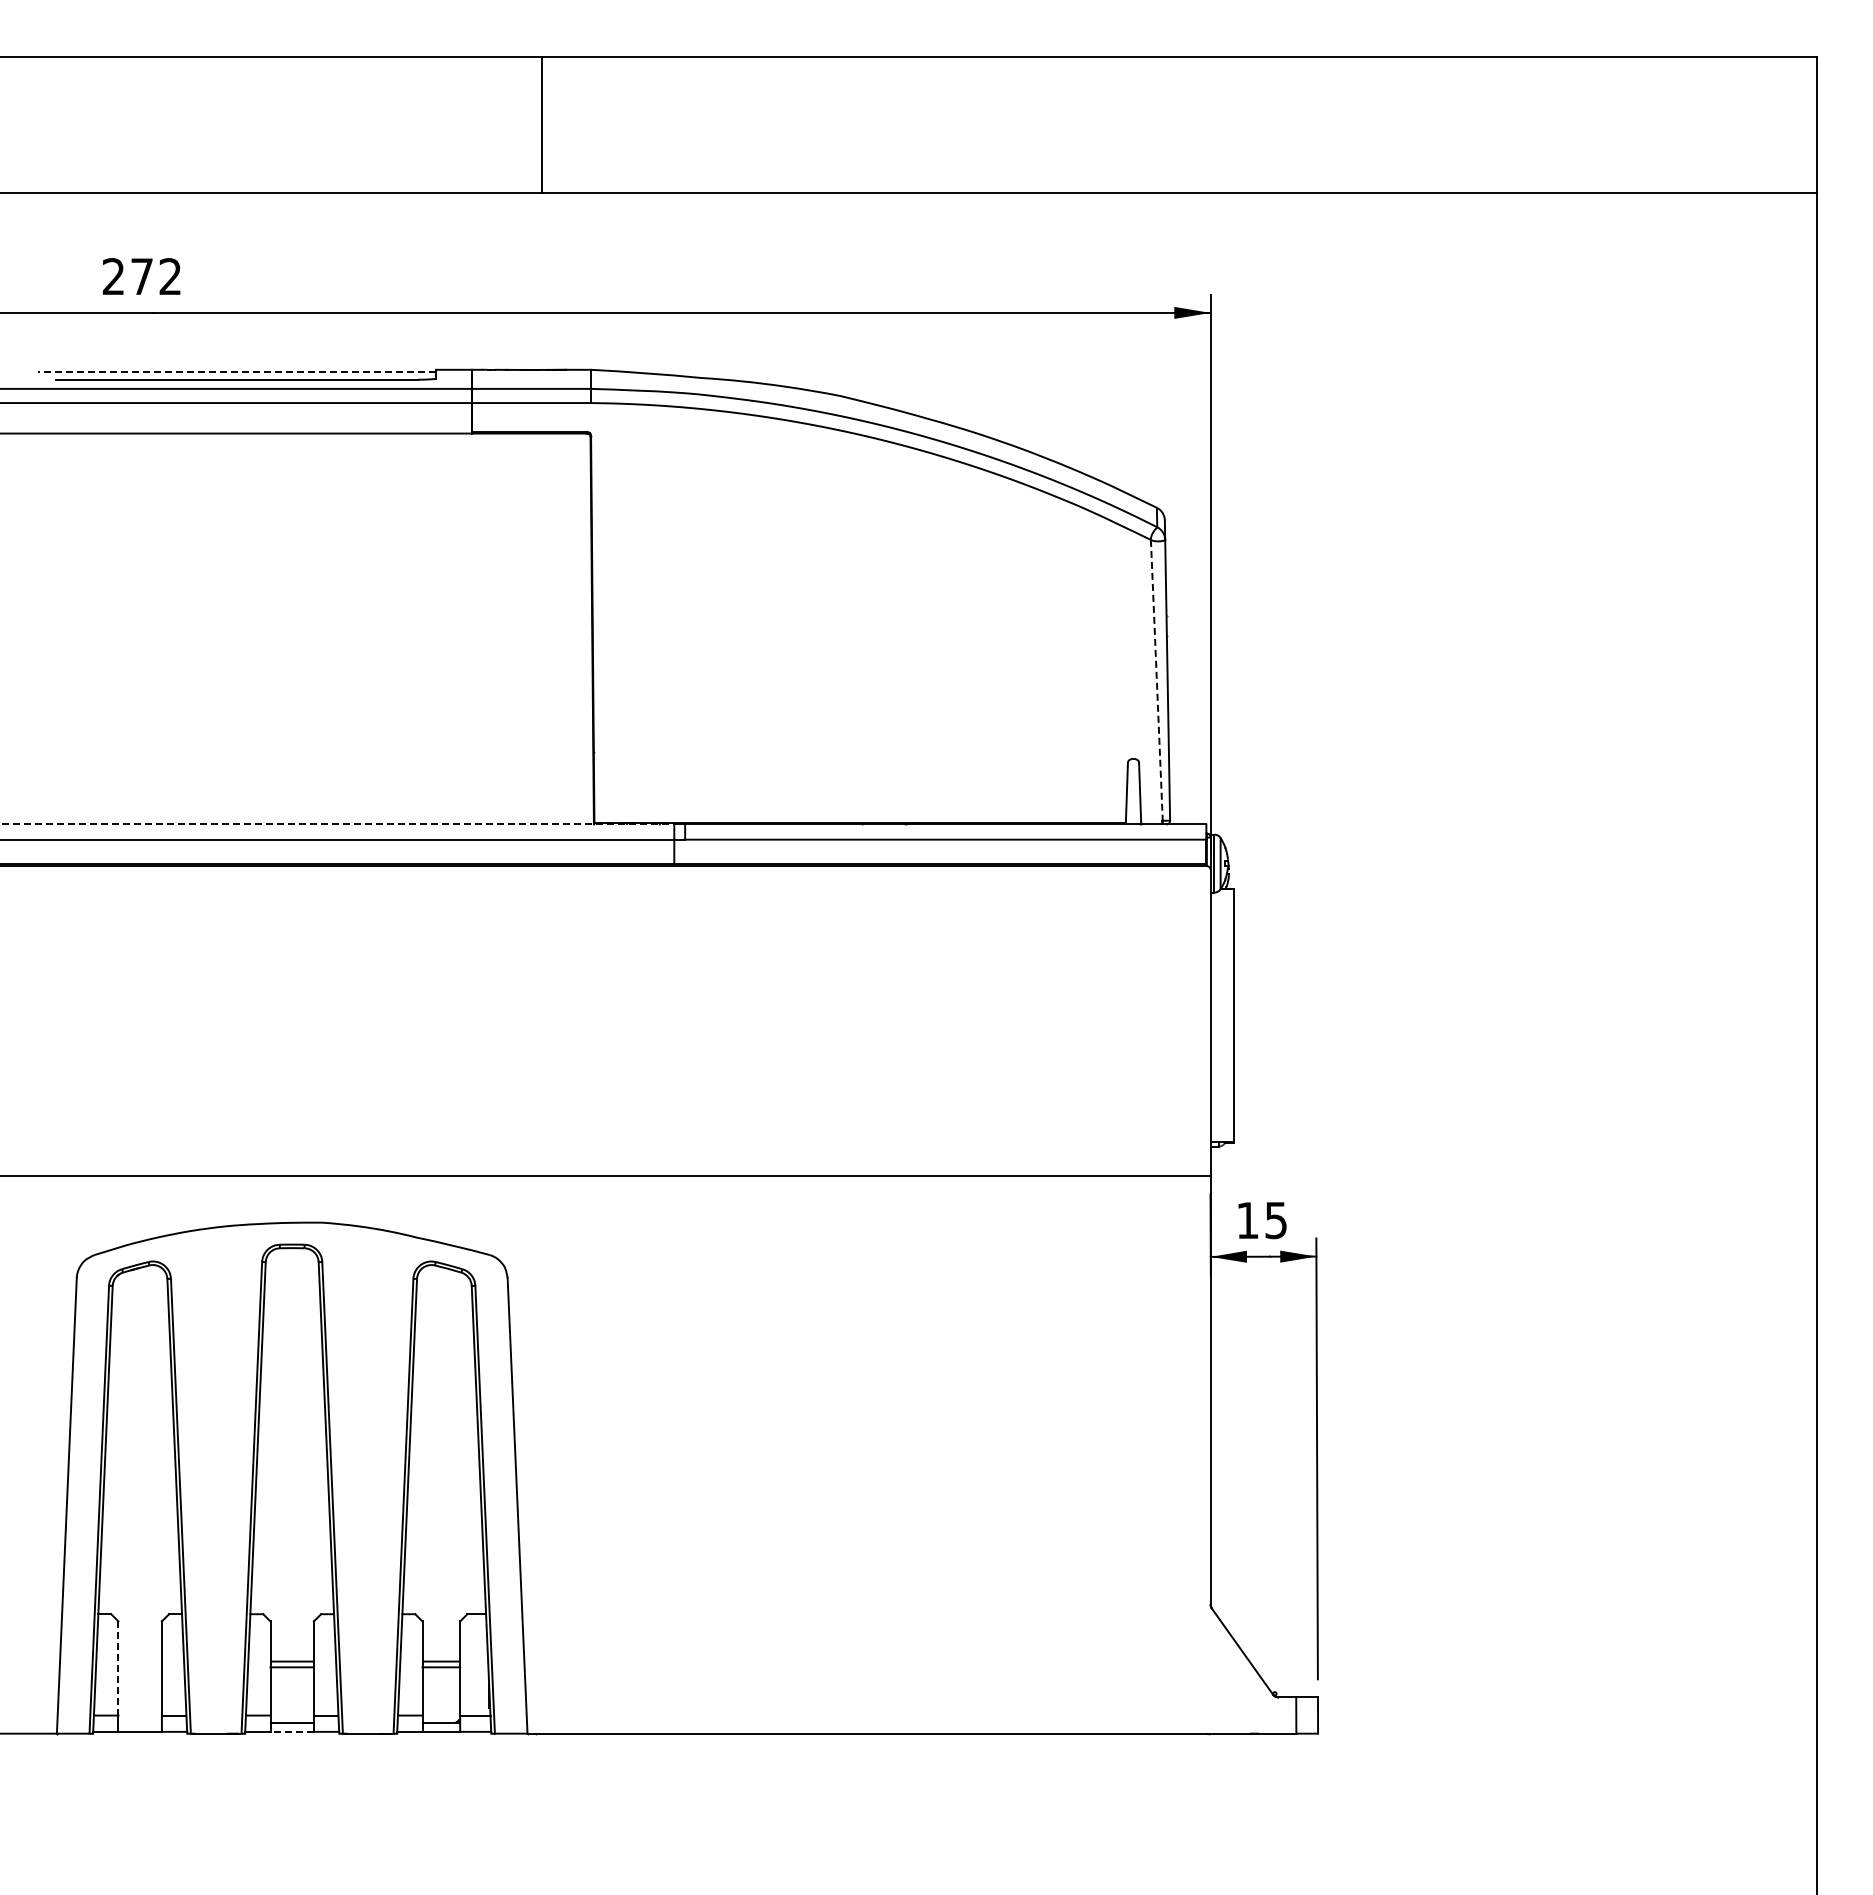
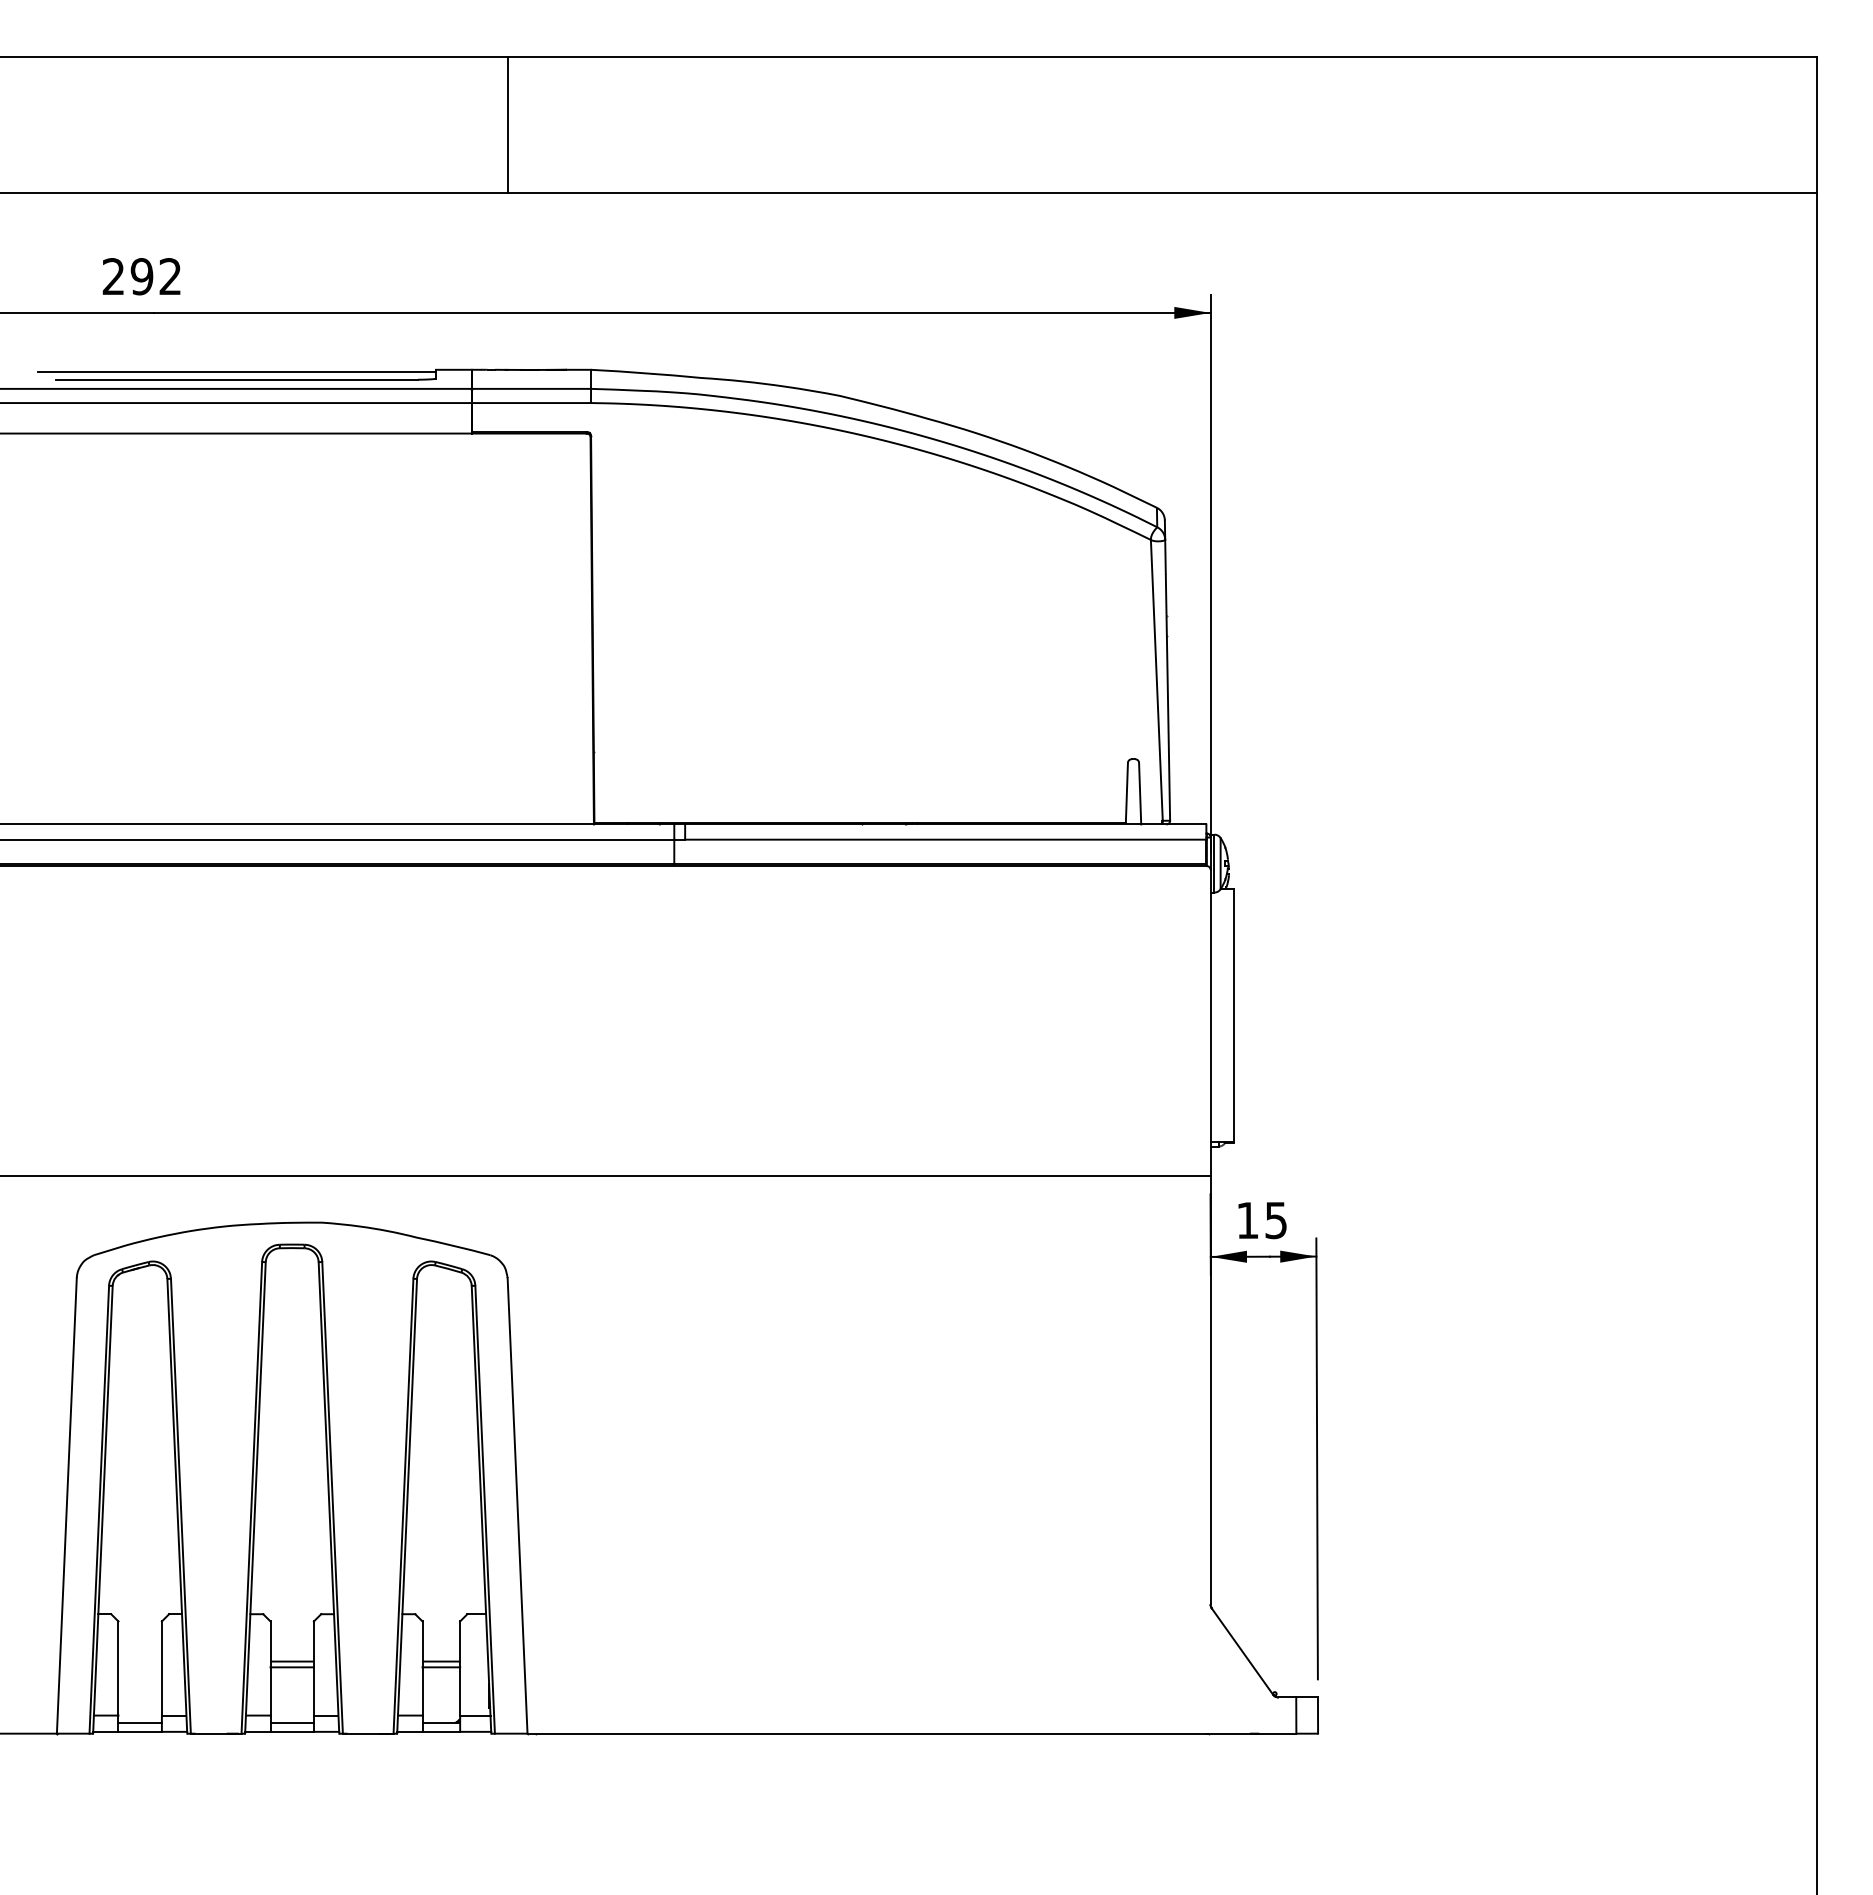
line at (541, 124) position: (541, 124) -> (507, 124)
text at (141, 276): 272 -> 292
line at (236, 371): dashed -> solid
line at (1156, 680): dashed -> solid
line at (337, 824): dashed -> solid
line at (118, 1668): dashed -> solid
line at (139, 1722): none -> present
line at (292, 1731): dashed -> solid
